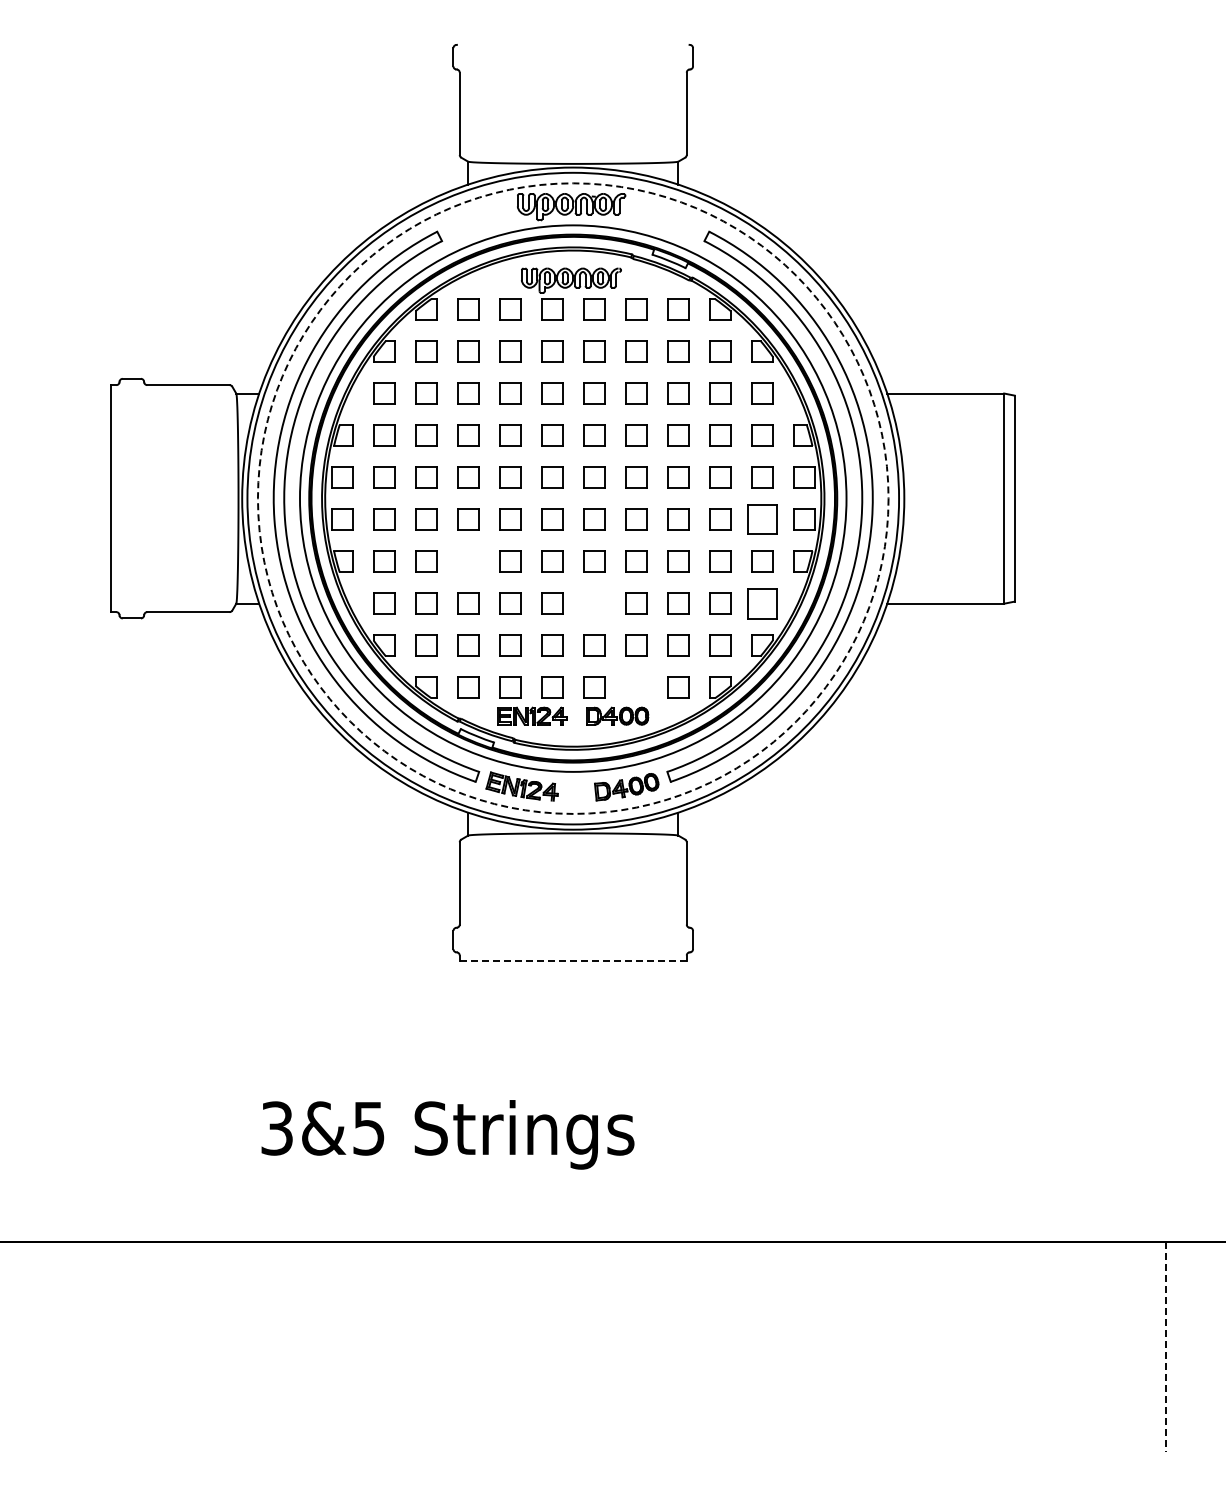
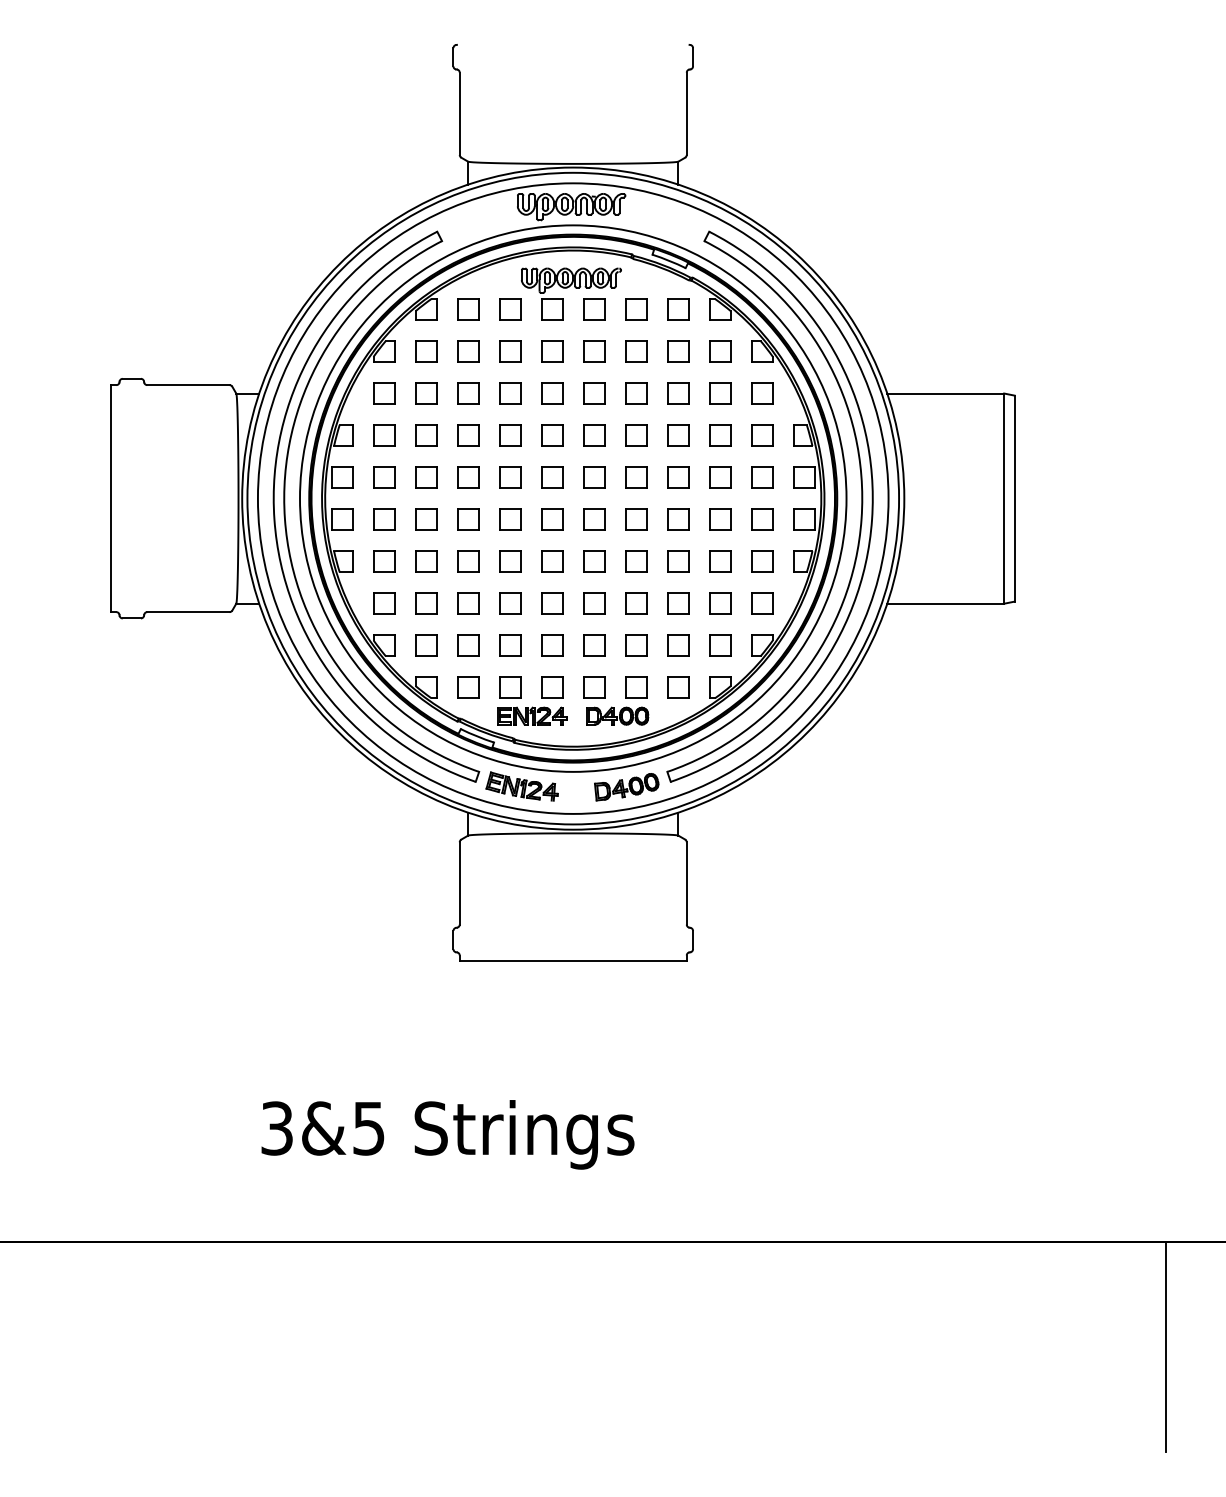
circle at (572, 498): dashed -> solid
part at (762, 519) size: 31x31 px -> 23x23 px
part at (468, 561): none -> present
part at (594, 603): none -> present
part at (762, 603) size: 31x32 px -> 23x23 px
part at (636, 687): none -> present
line at (573, 961): dashed -> solid
line at (1165, 1347): dashed -> solid
